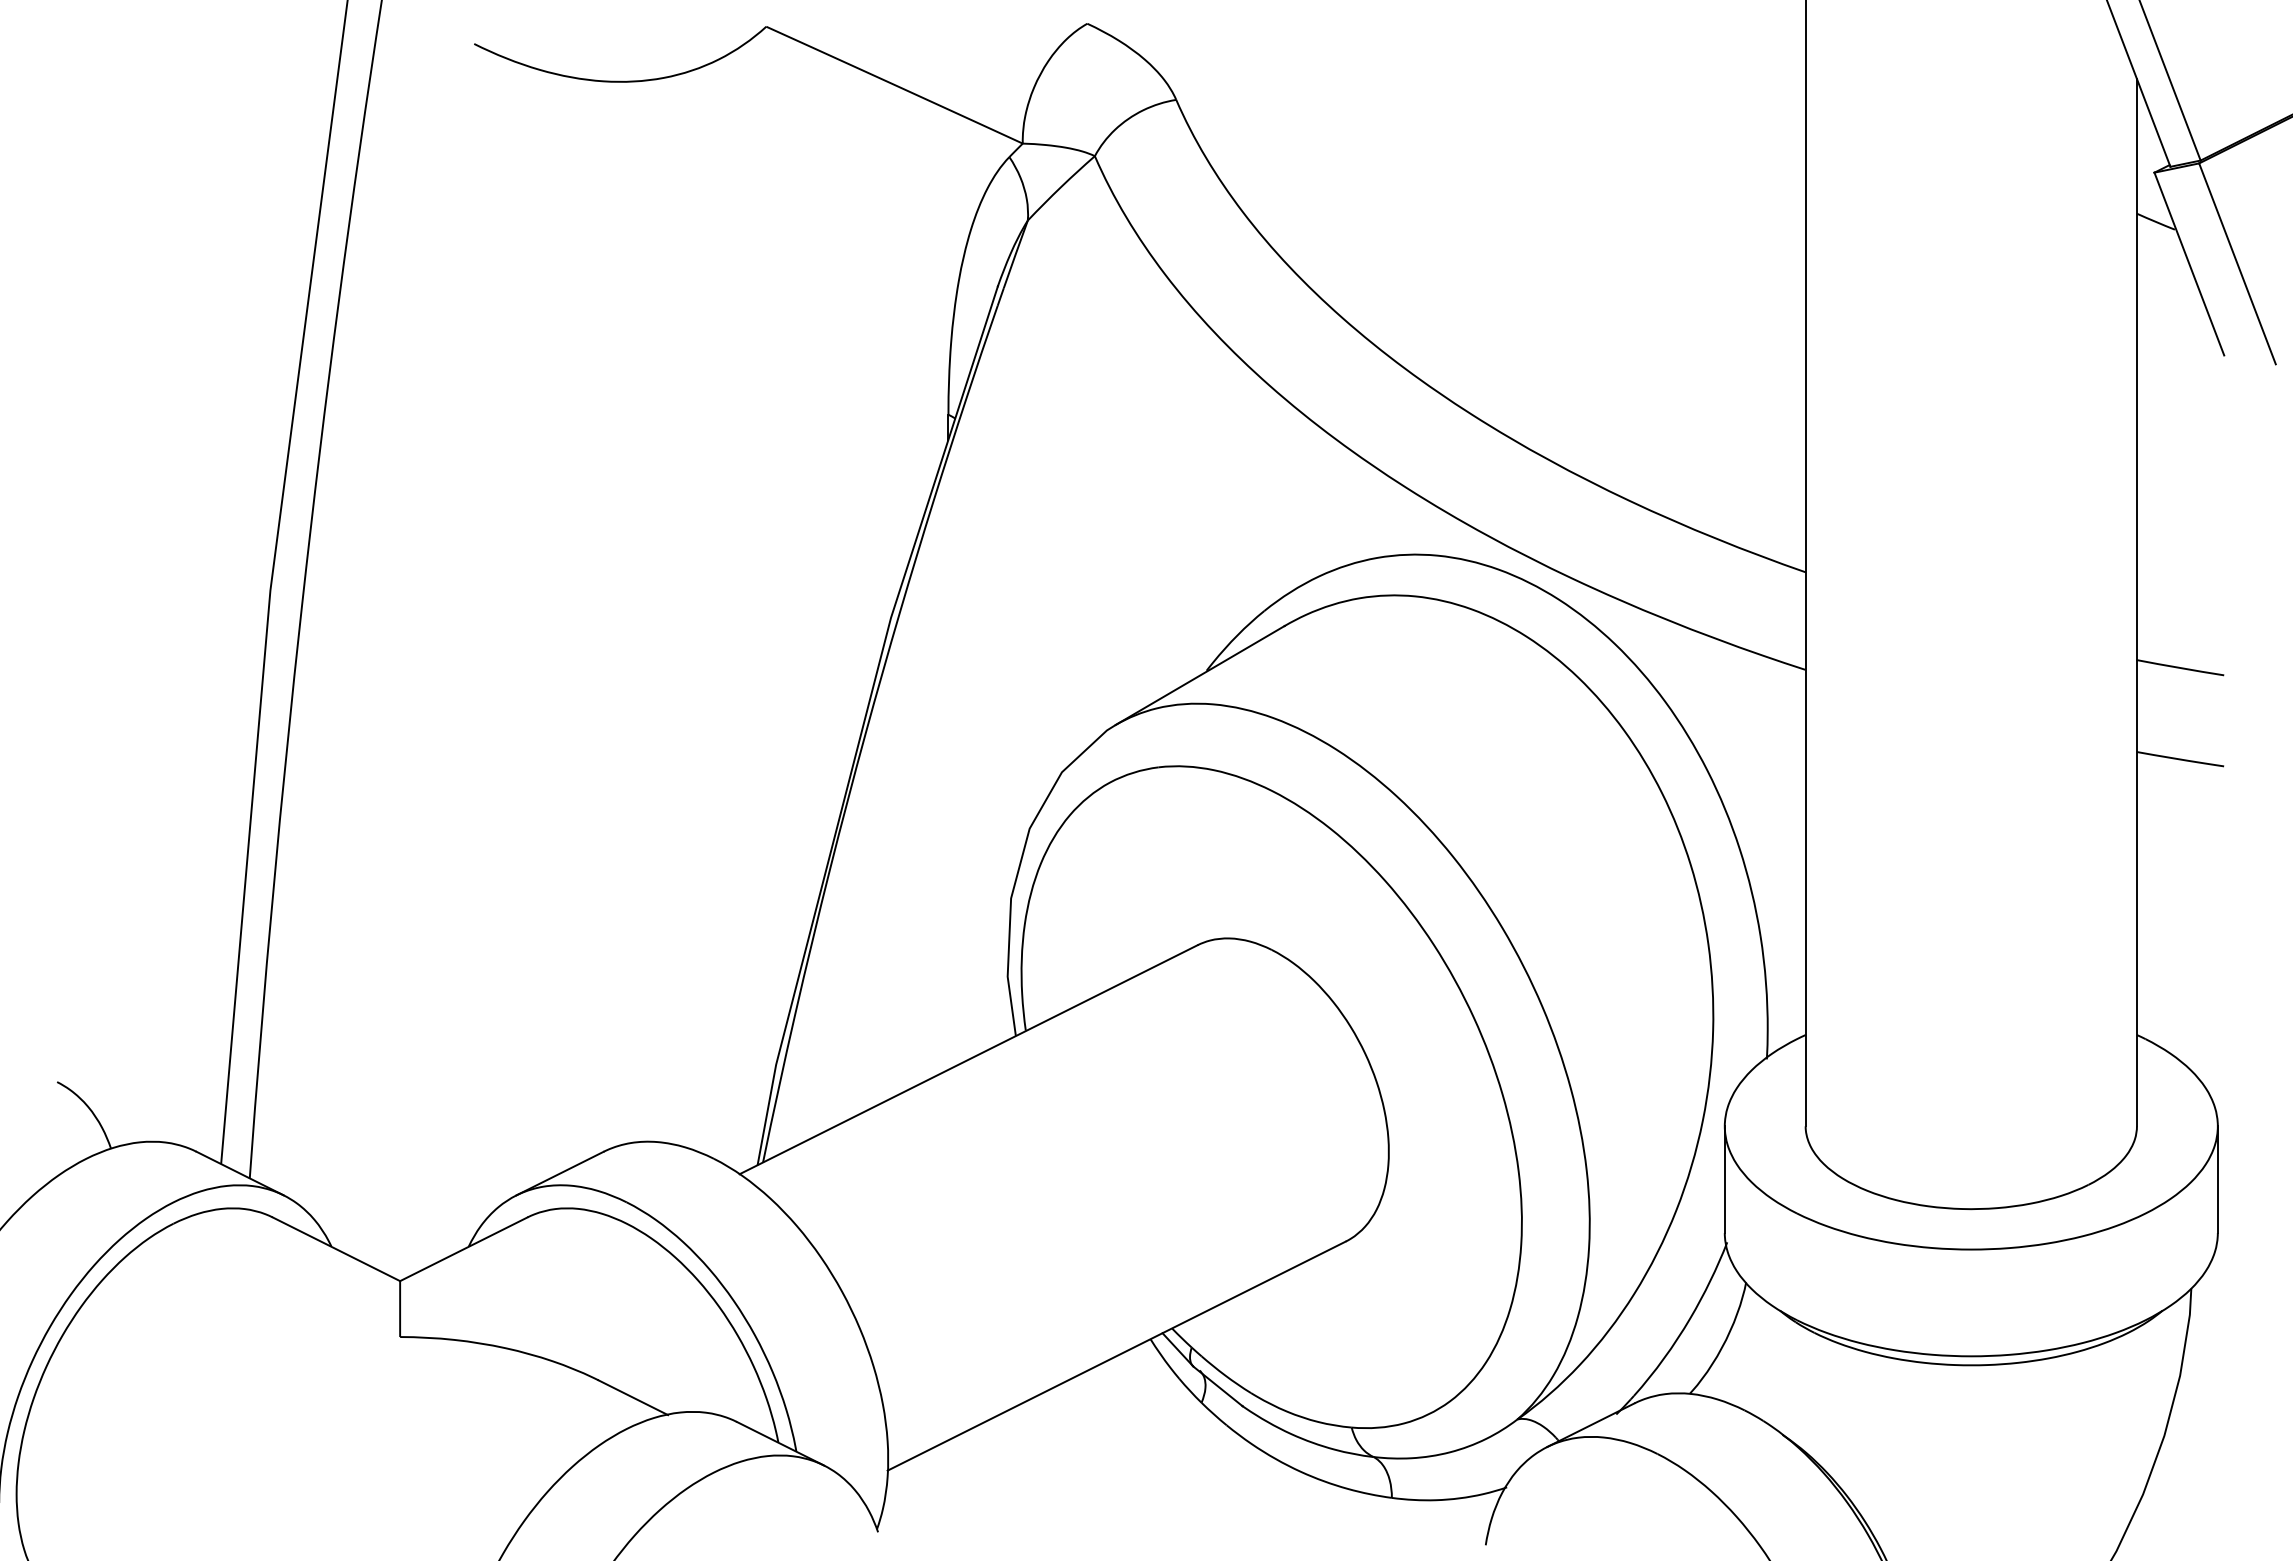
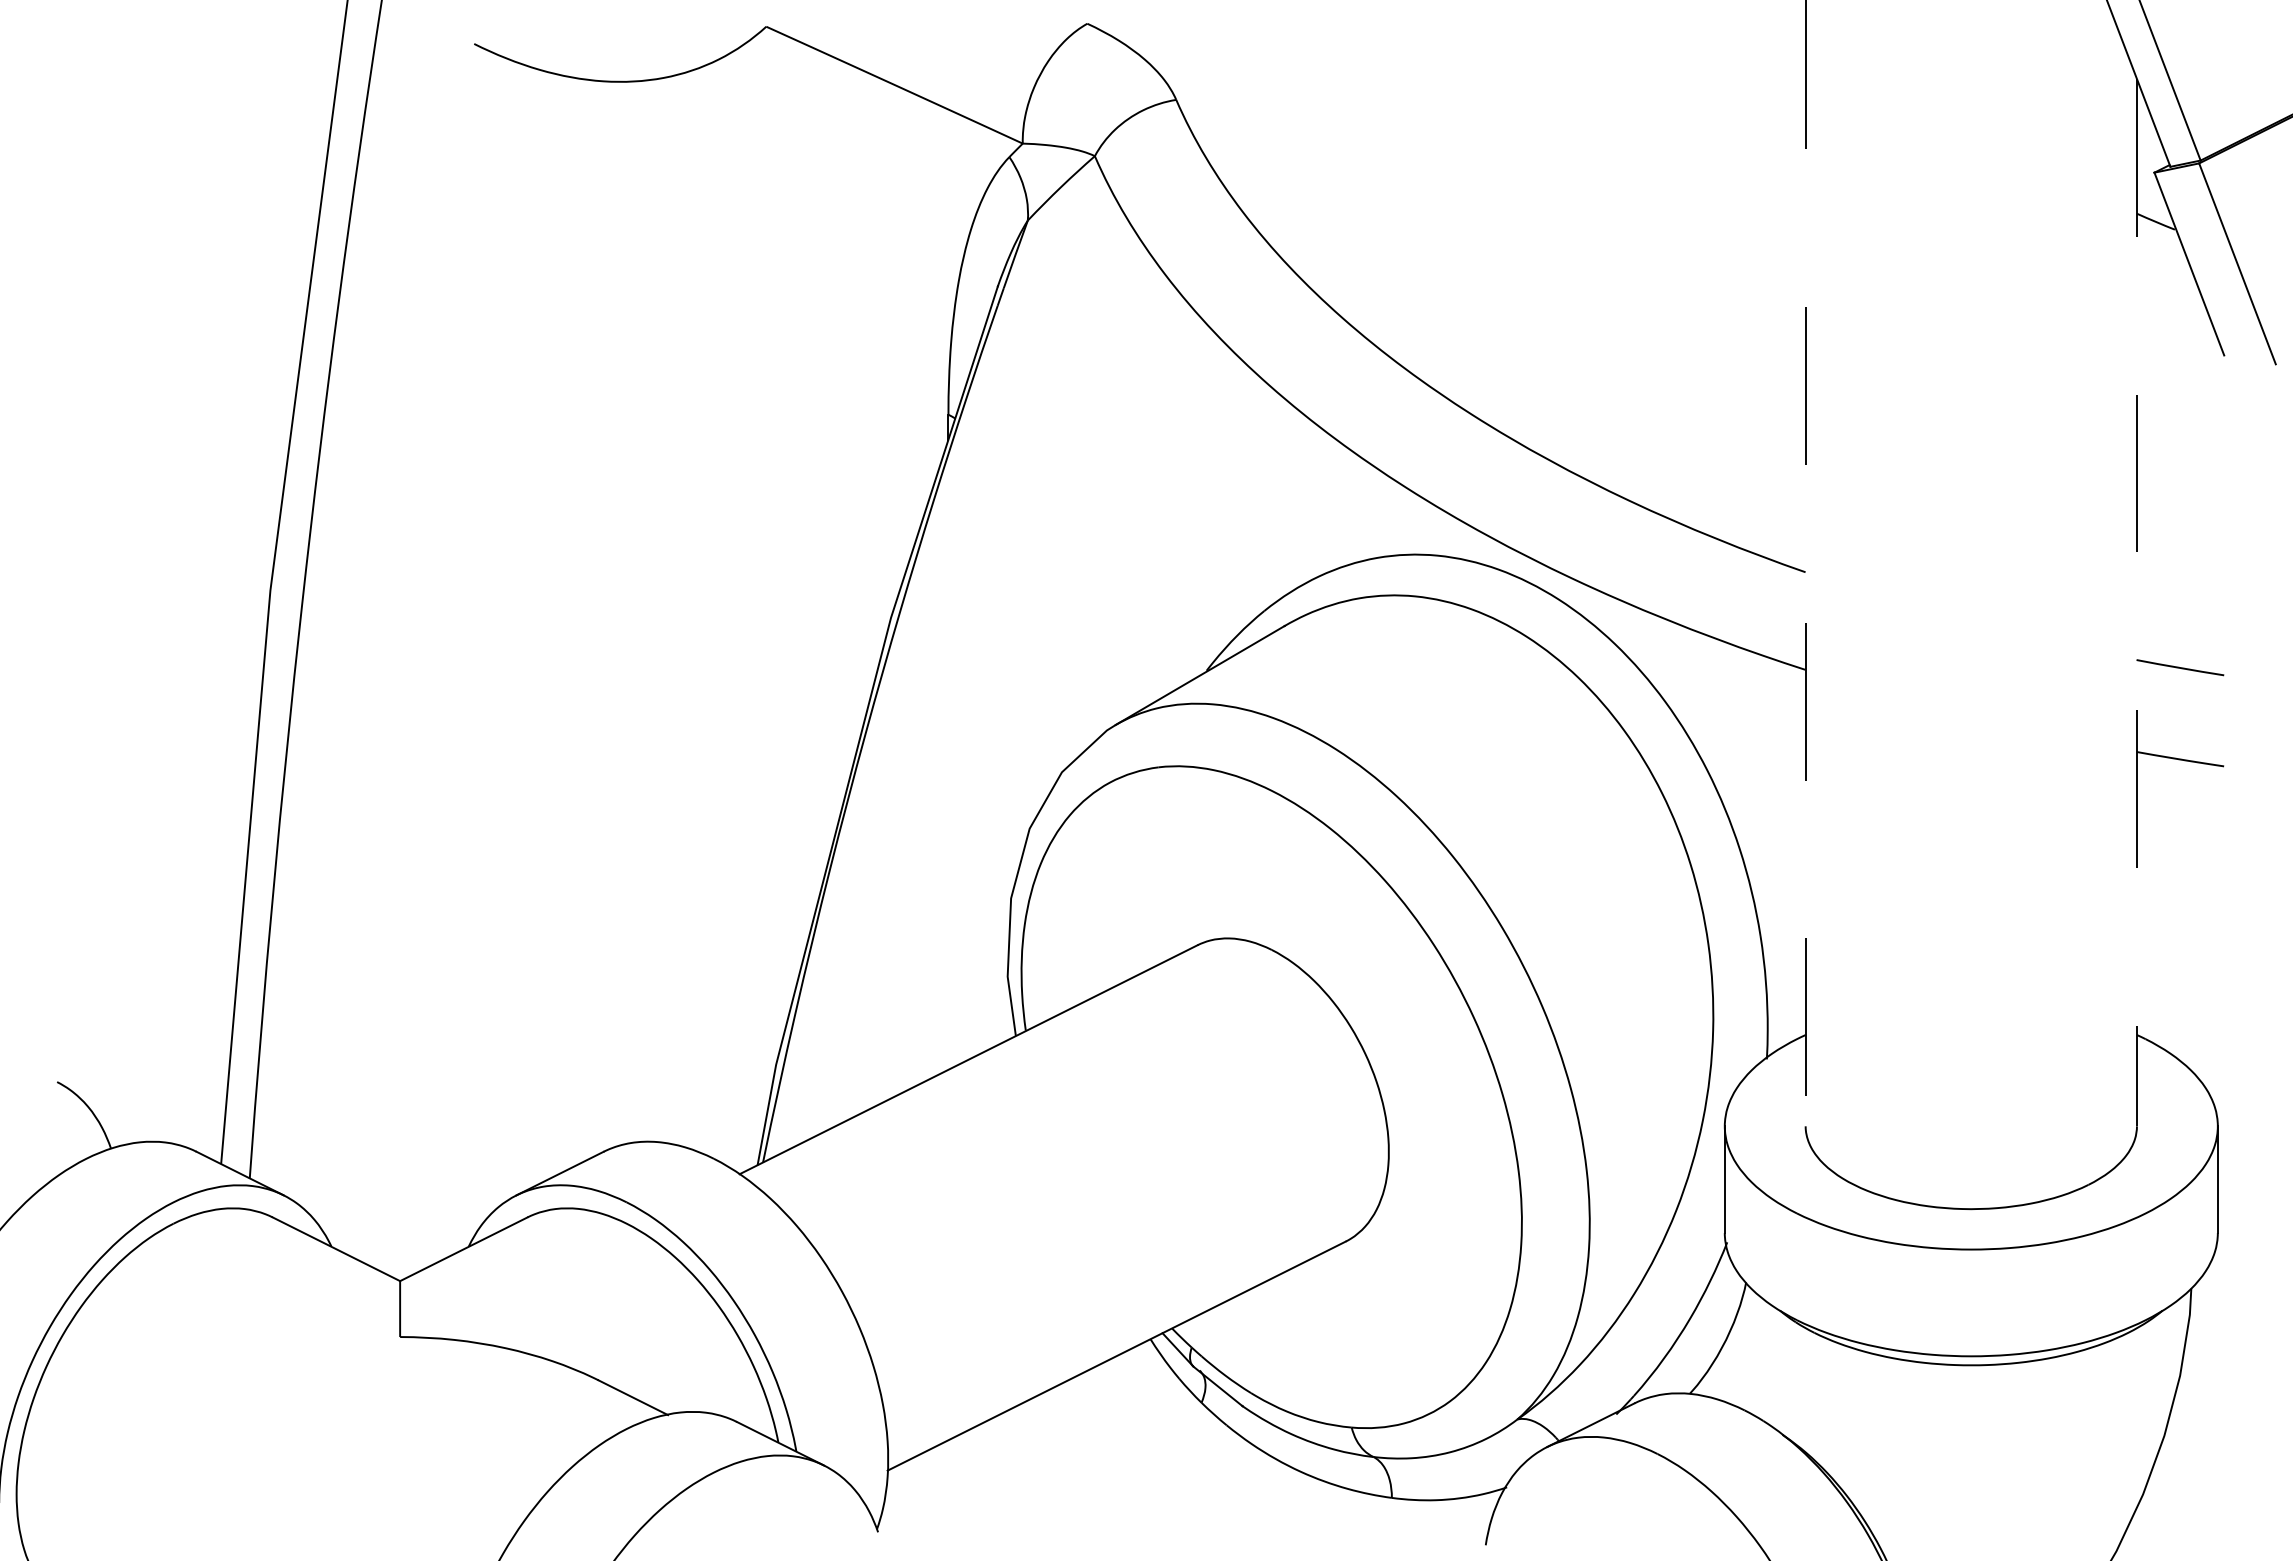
line at (1805, 563): solid -> dashed
line at (2136, 602): solid -> dashed
